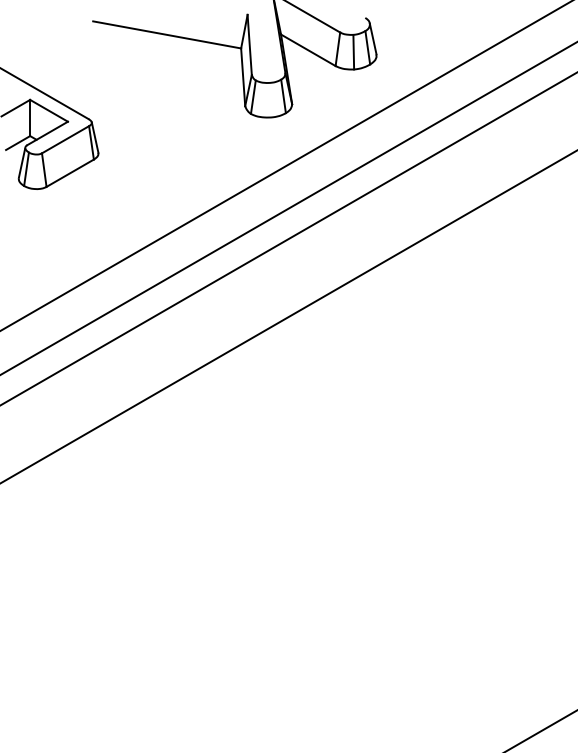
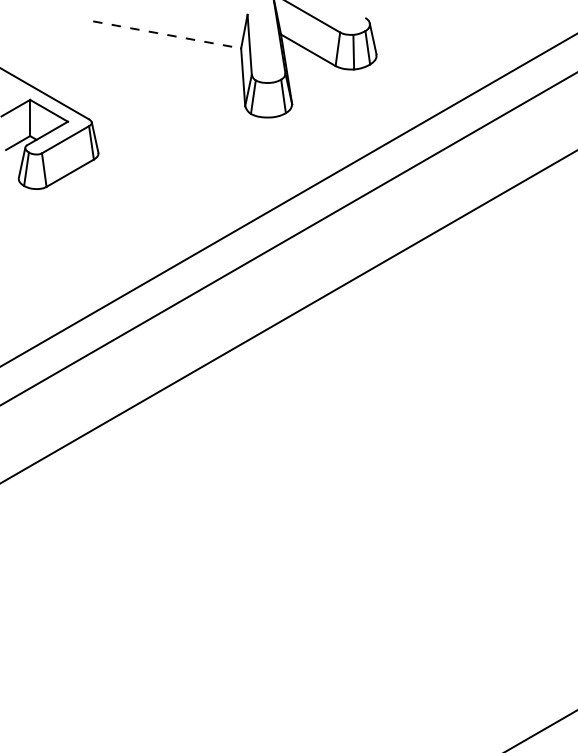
line at (167, 35): solid -> dashed
line at (286, 165): present -> none
line at (288, 208) position: (288, 208) -> (288, 200)
